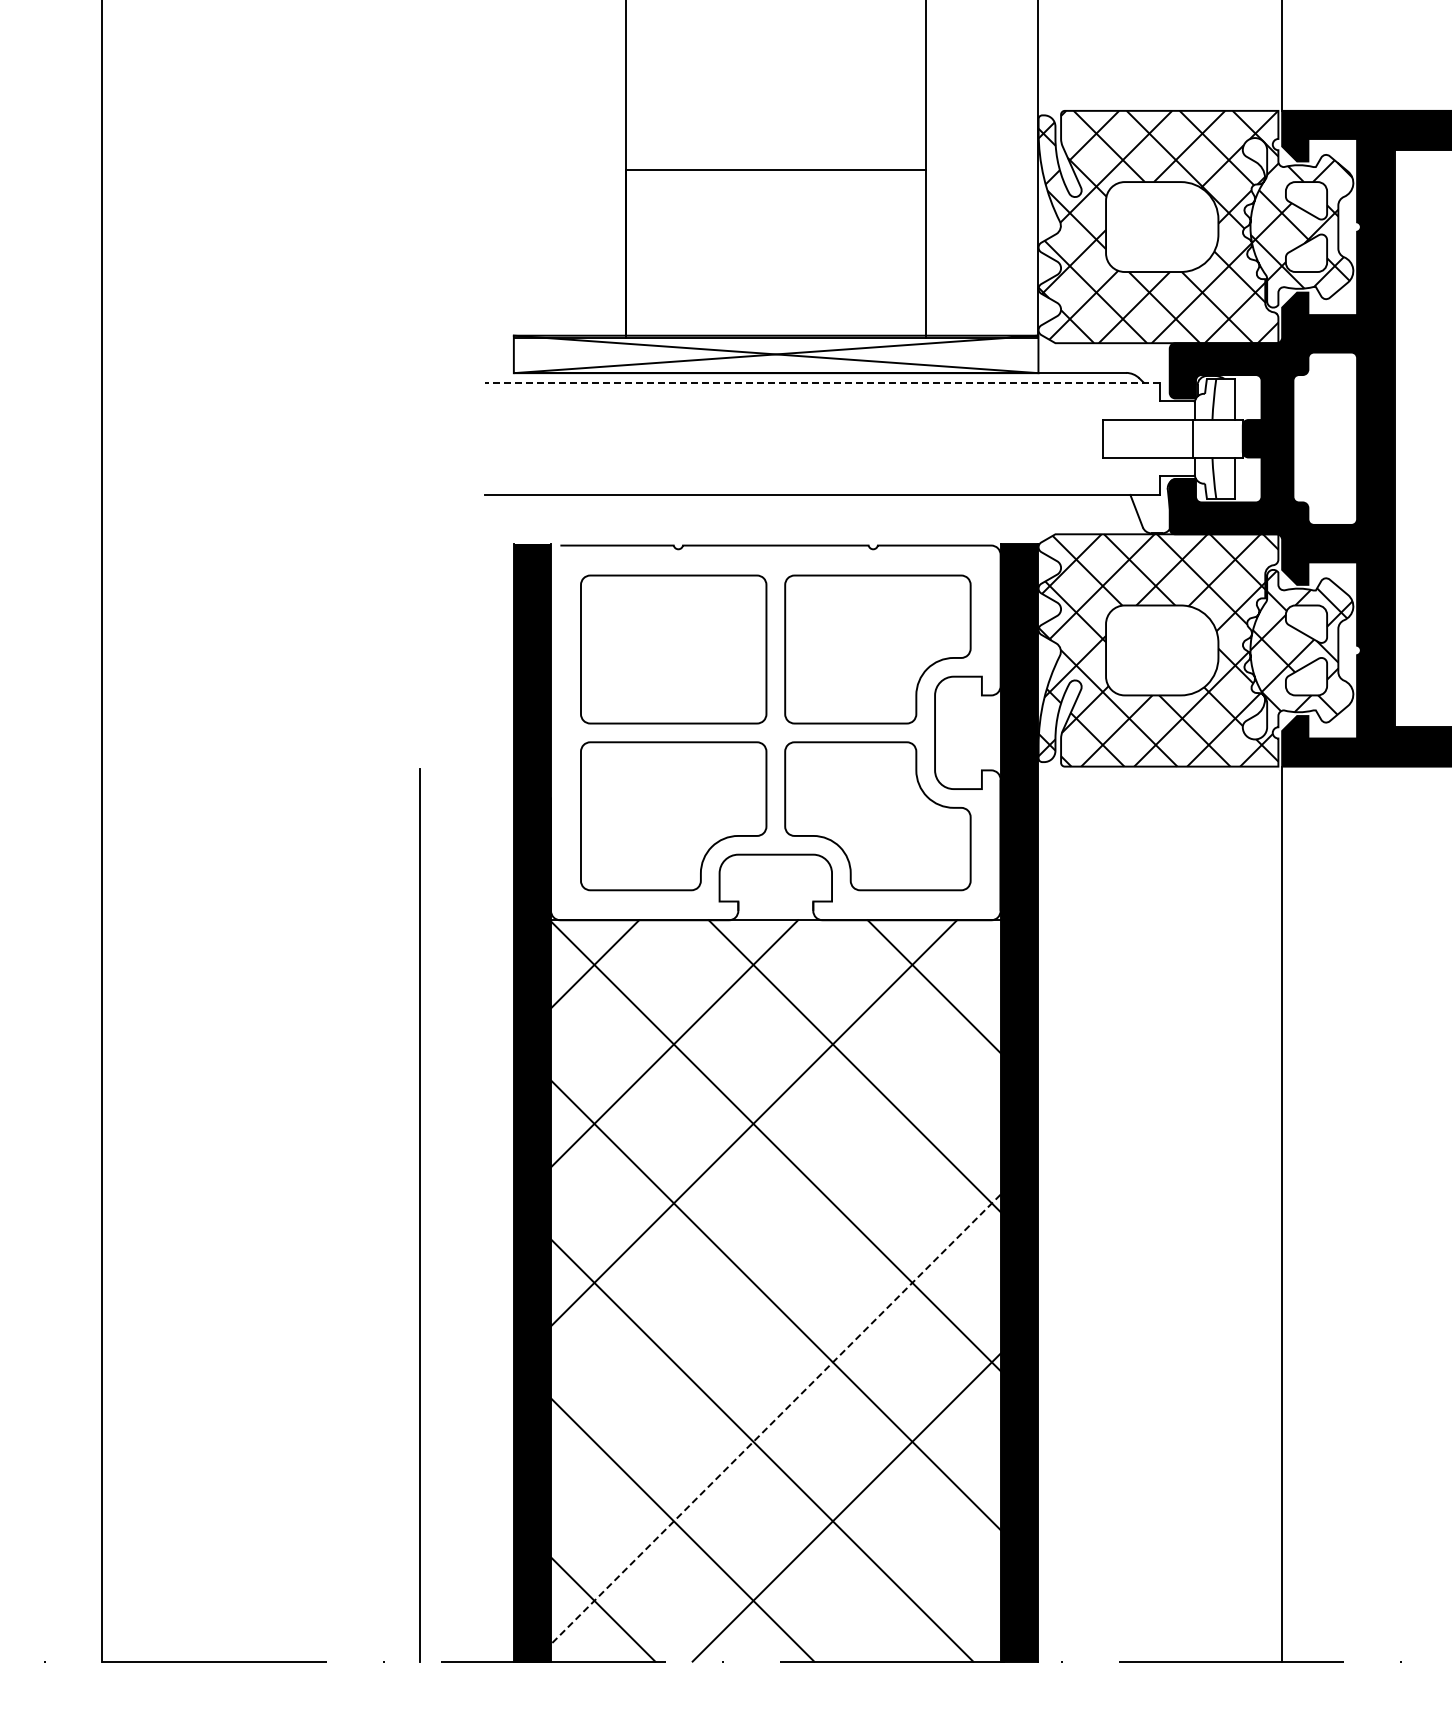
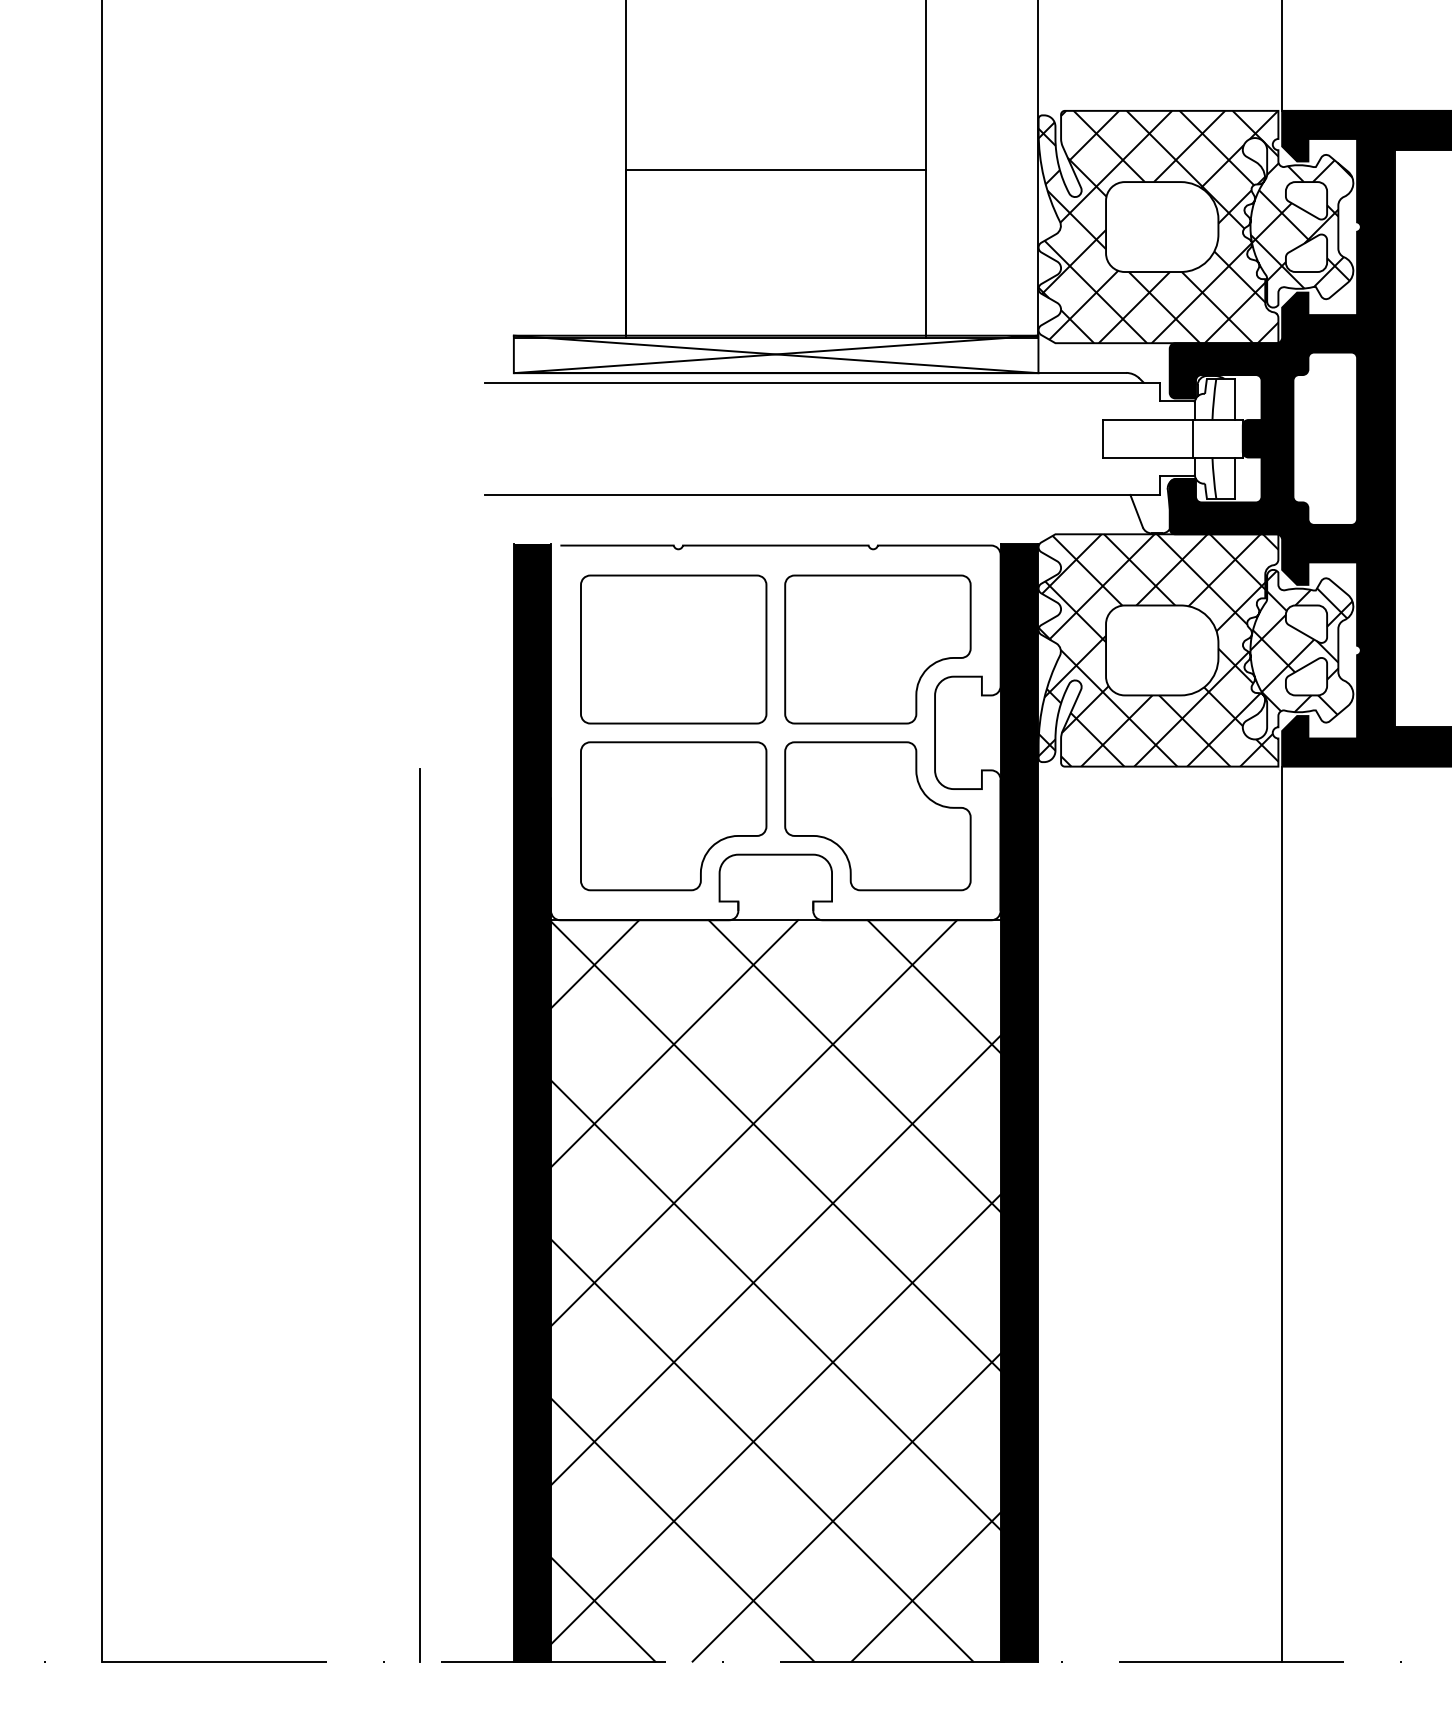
line at (821, 382): dashed -> solid
line at (775, 1260): none -> present
line at (775, 1419): dashed -> solid
line at (925, 1586): none -> present
